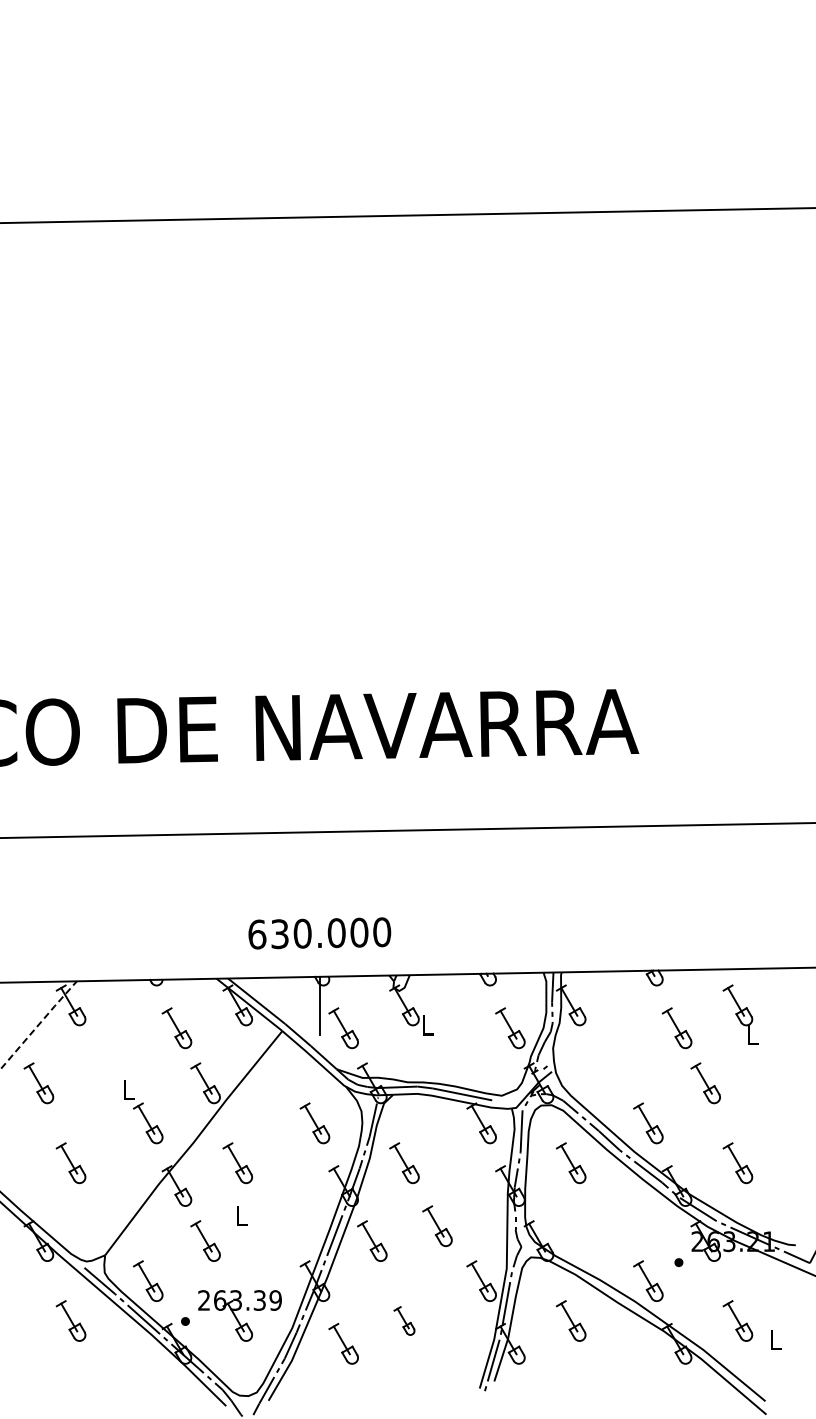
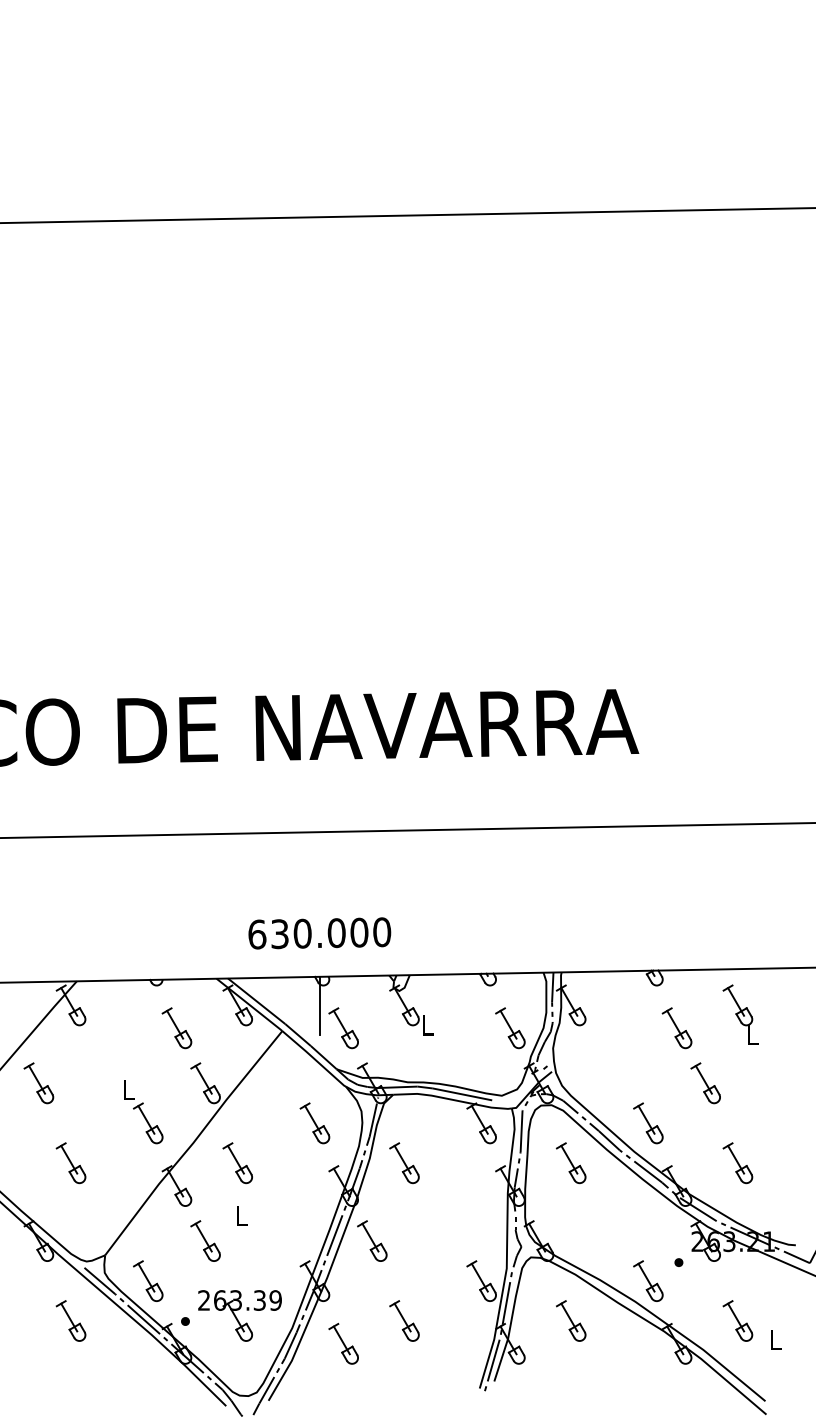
line at (39, 1024): dashed -> solid
part at (437, 1226): present -> none
part at (404, 1320) size: 23x30 px -> 31x42 px
